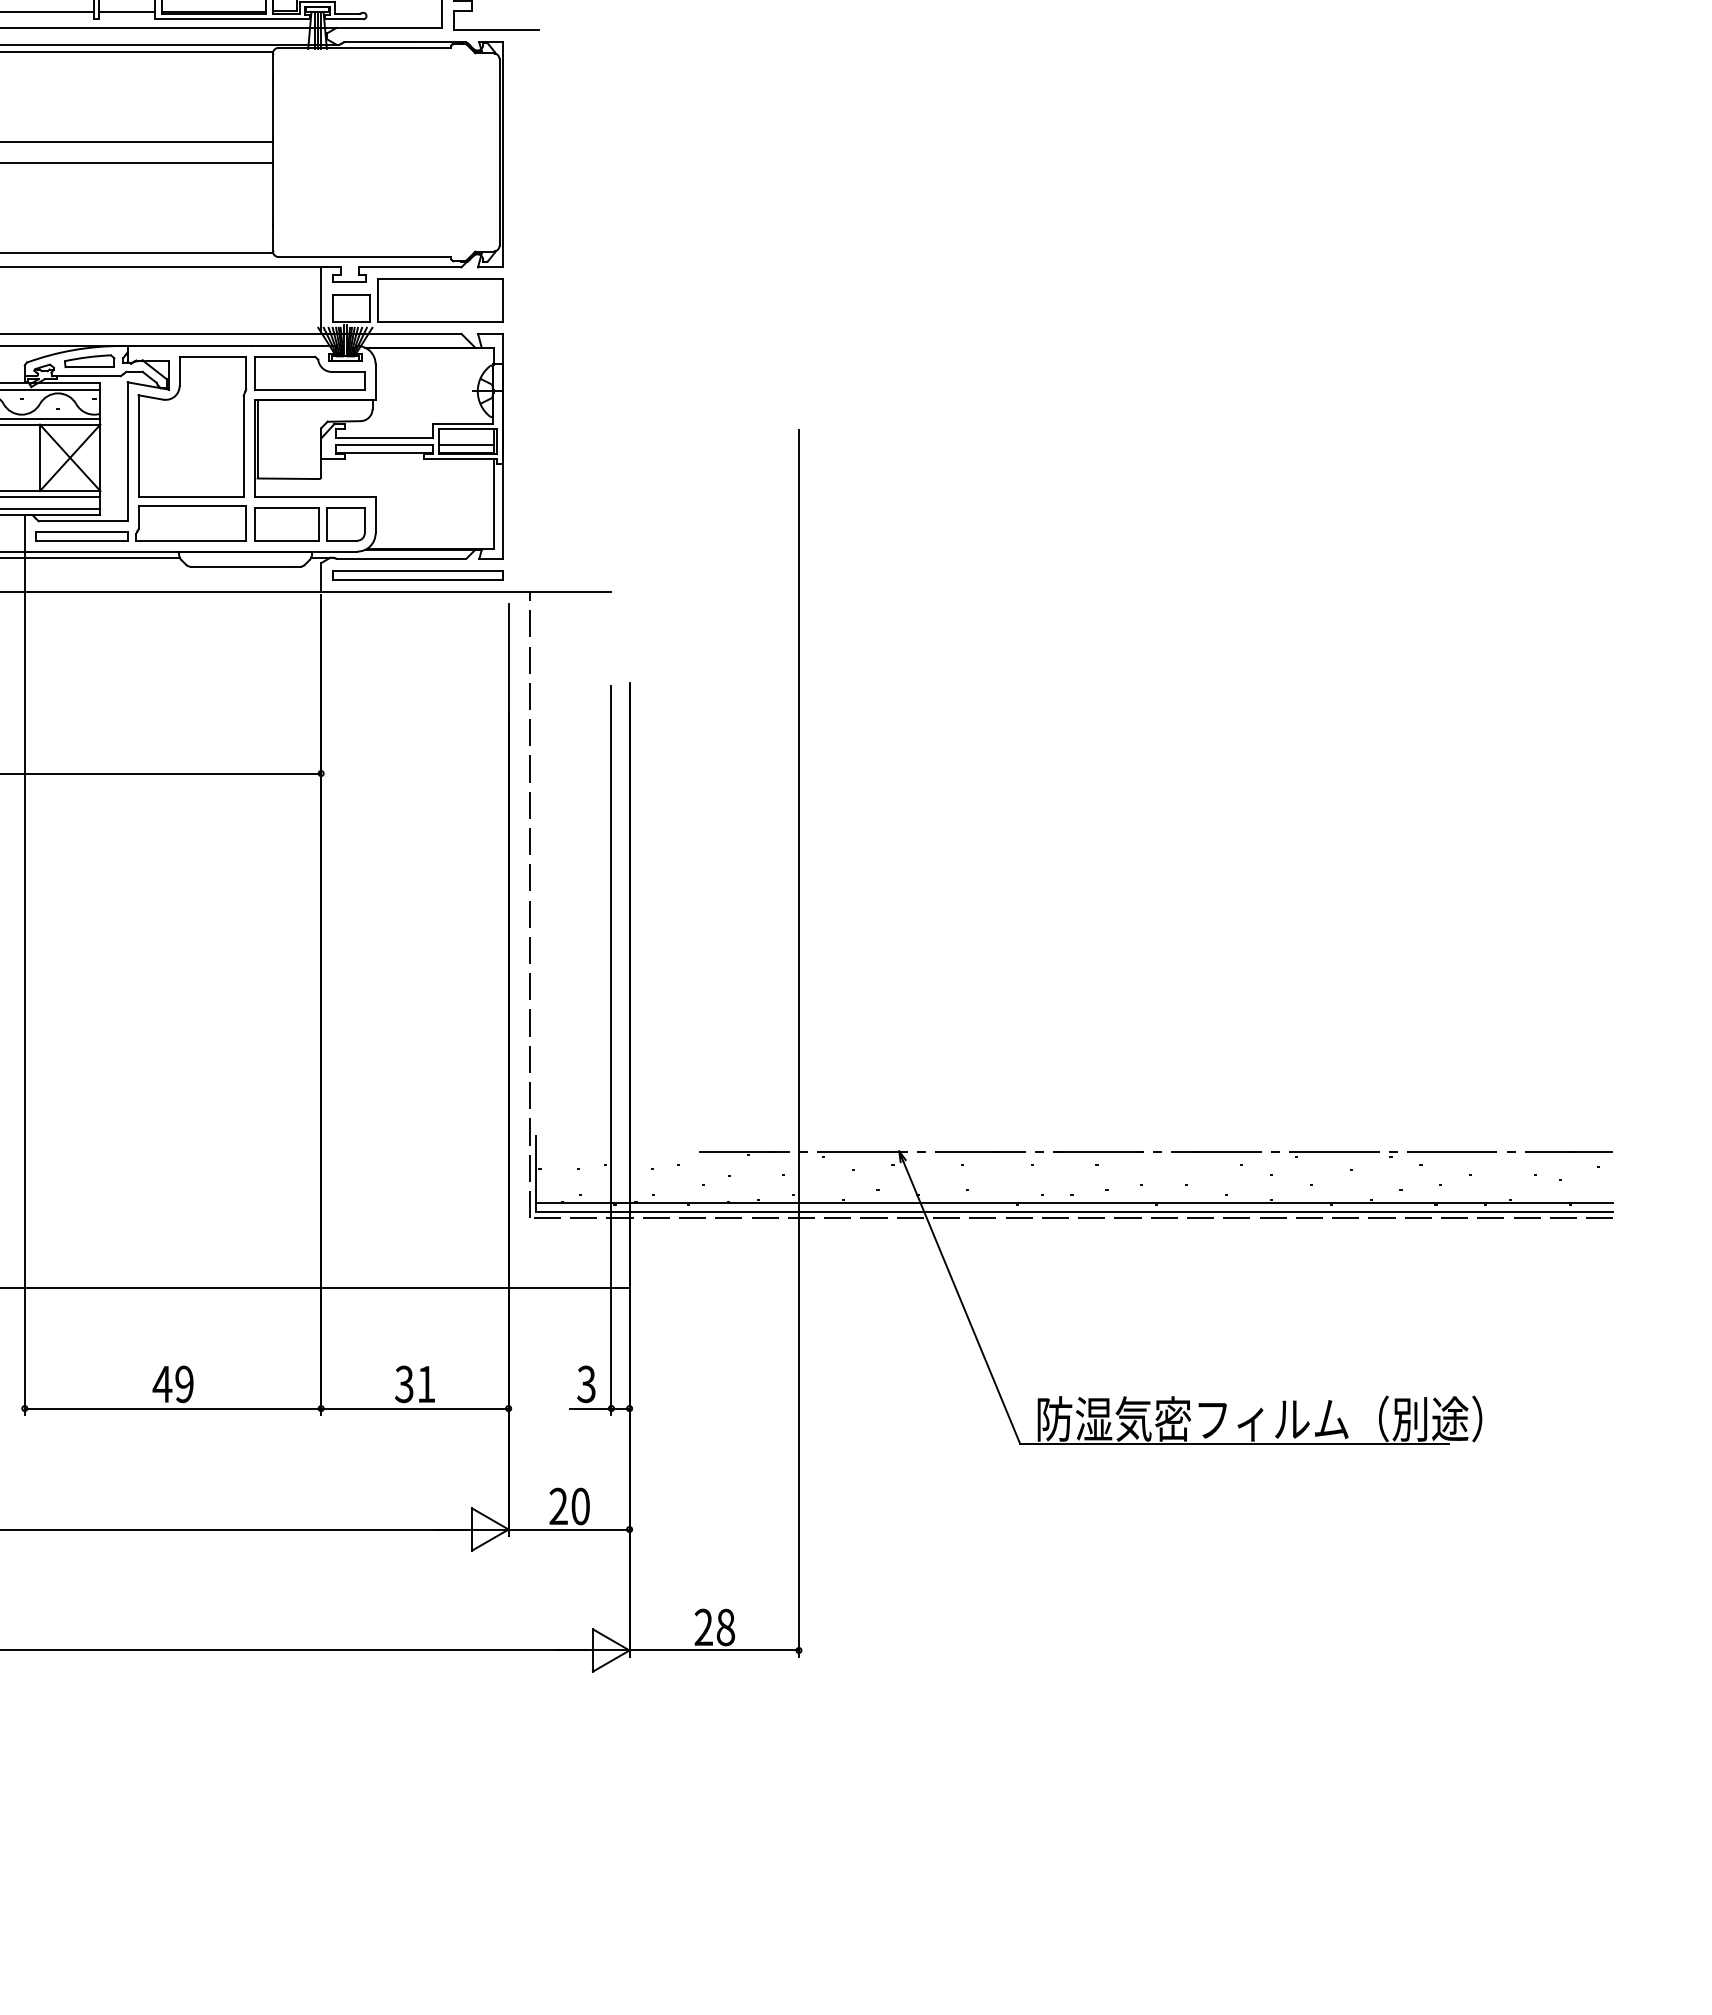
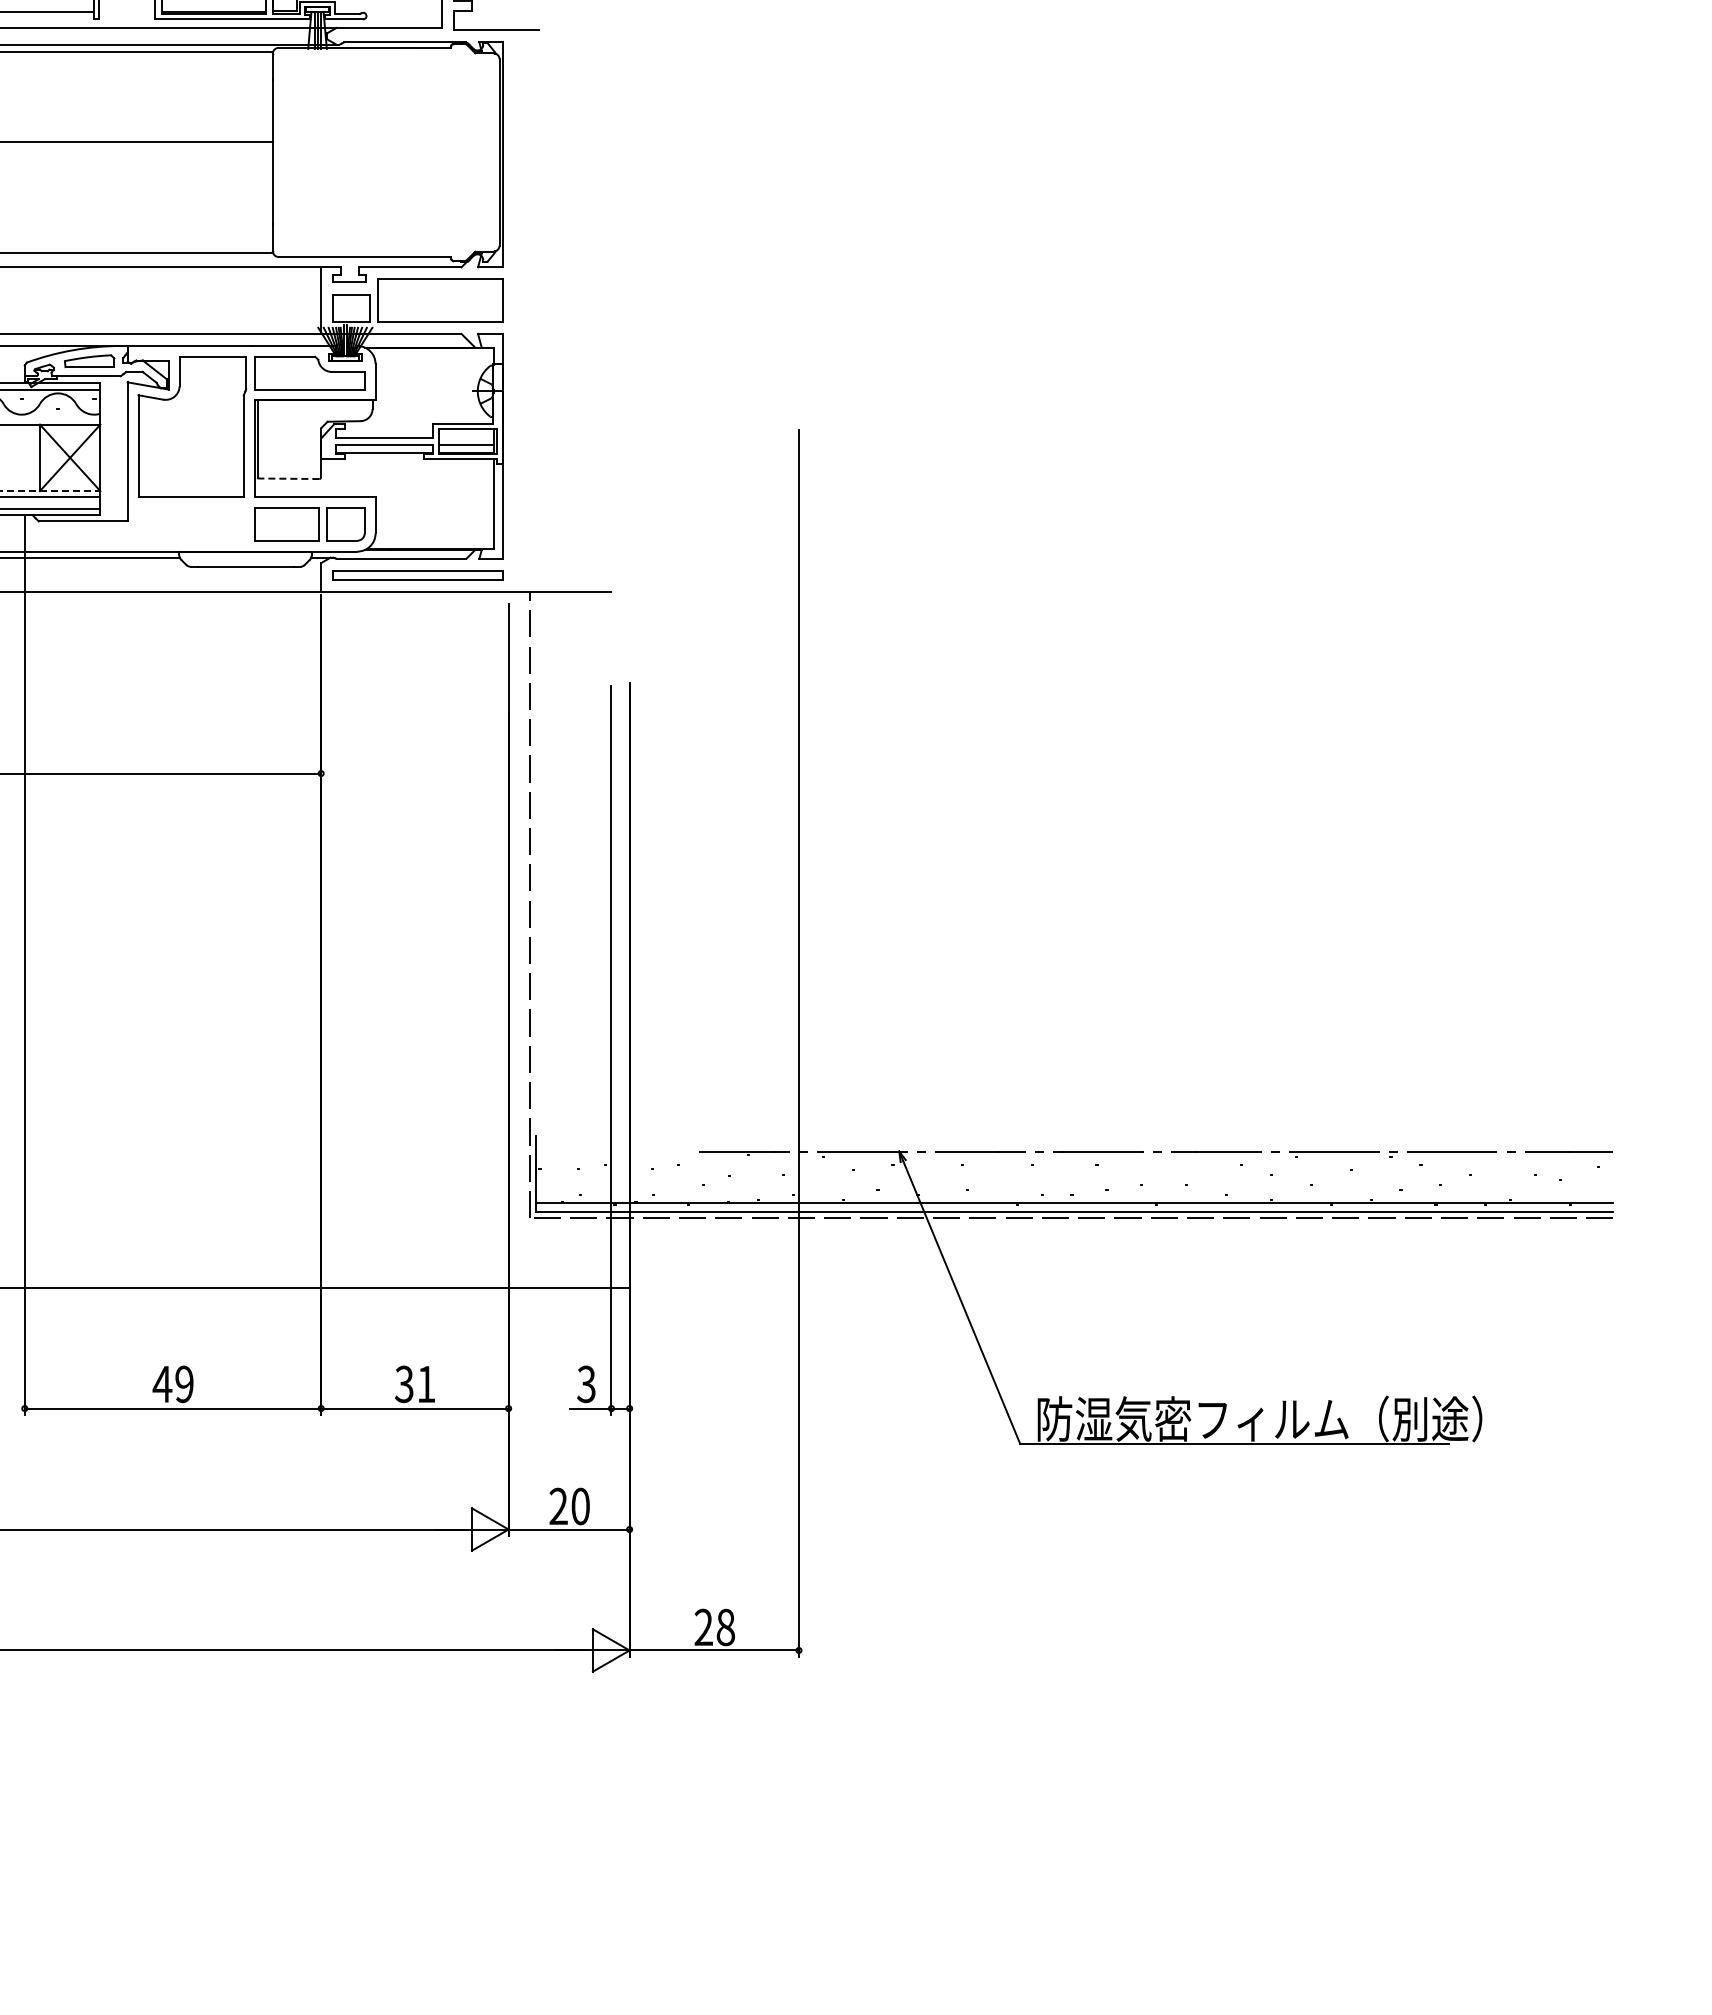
line at (126, 11): present -> none
line at (137, 162): present -> none
line at (51, 418): present -> none
line at (288, 478): solid -> dashed
line at (50, 491): solid -> dashed
part at (140, 523): present -> none
